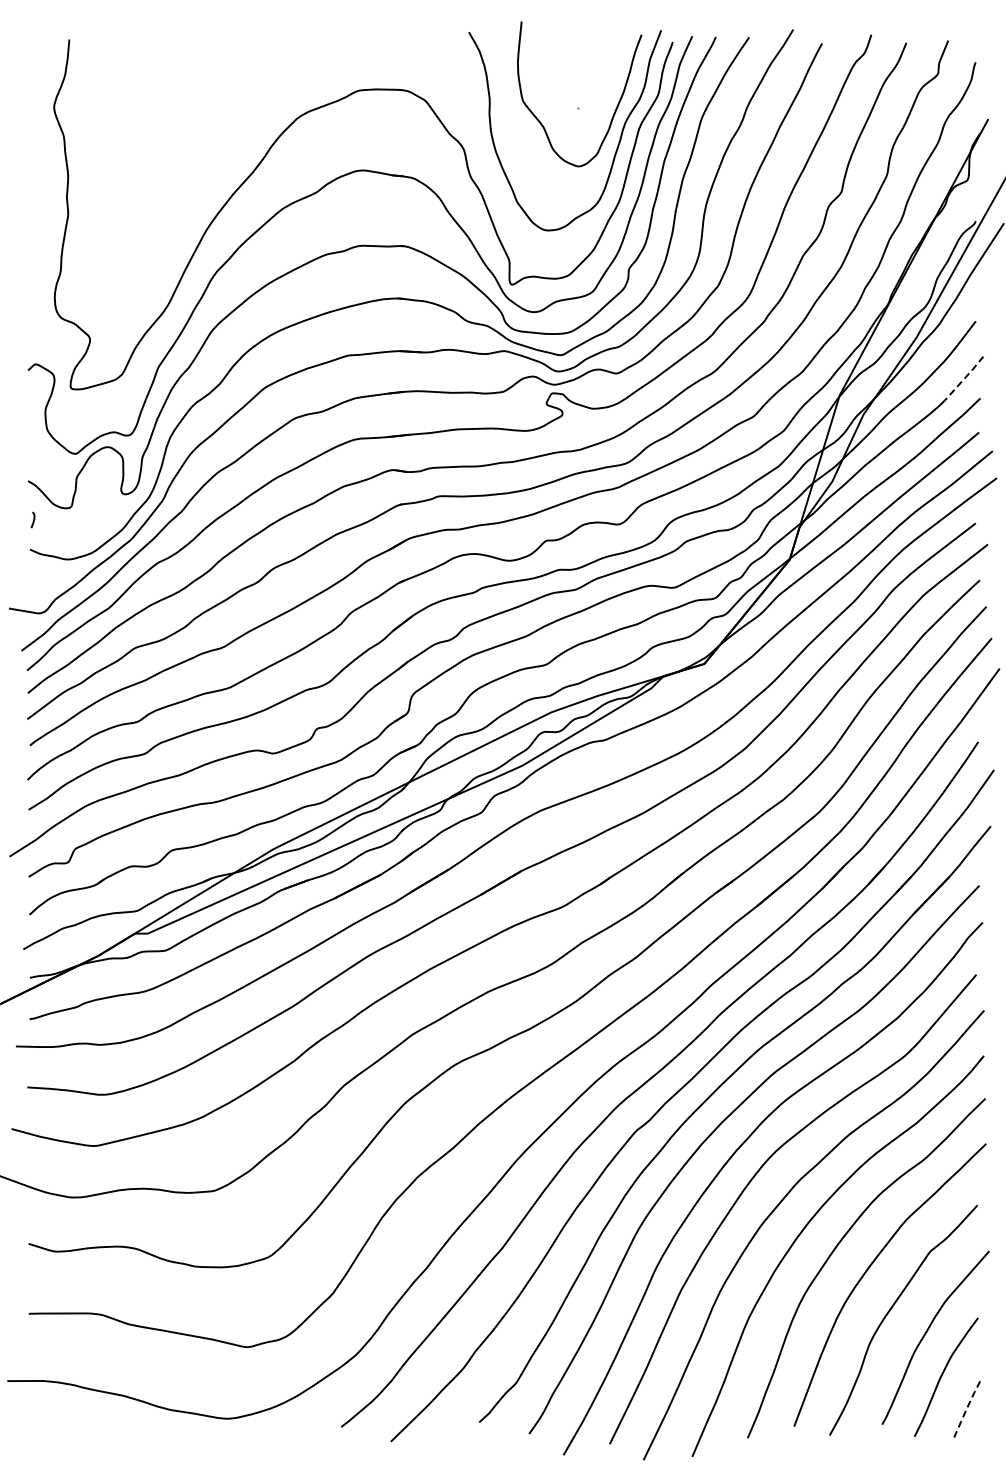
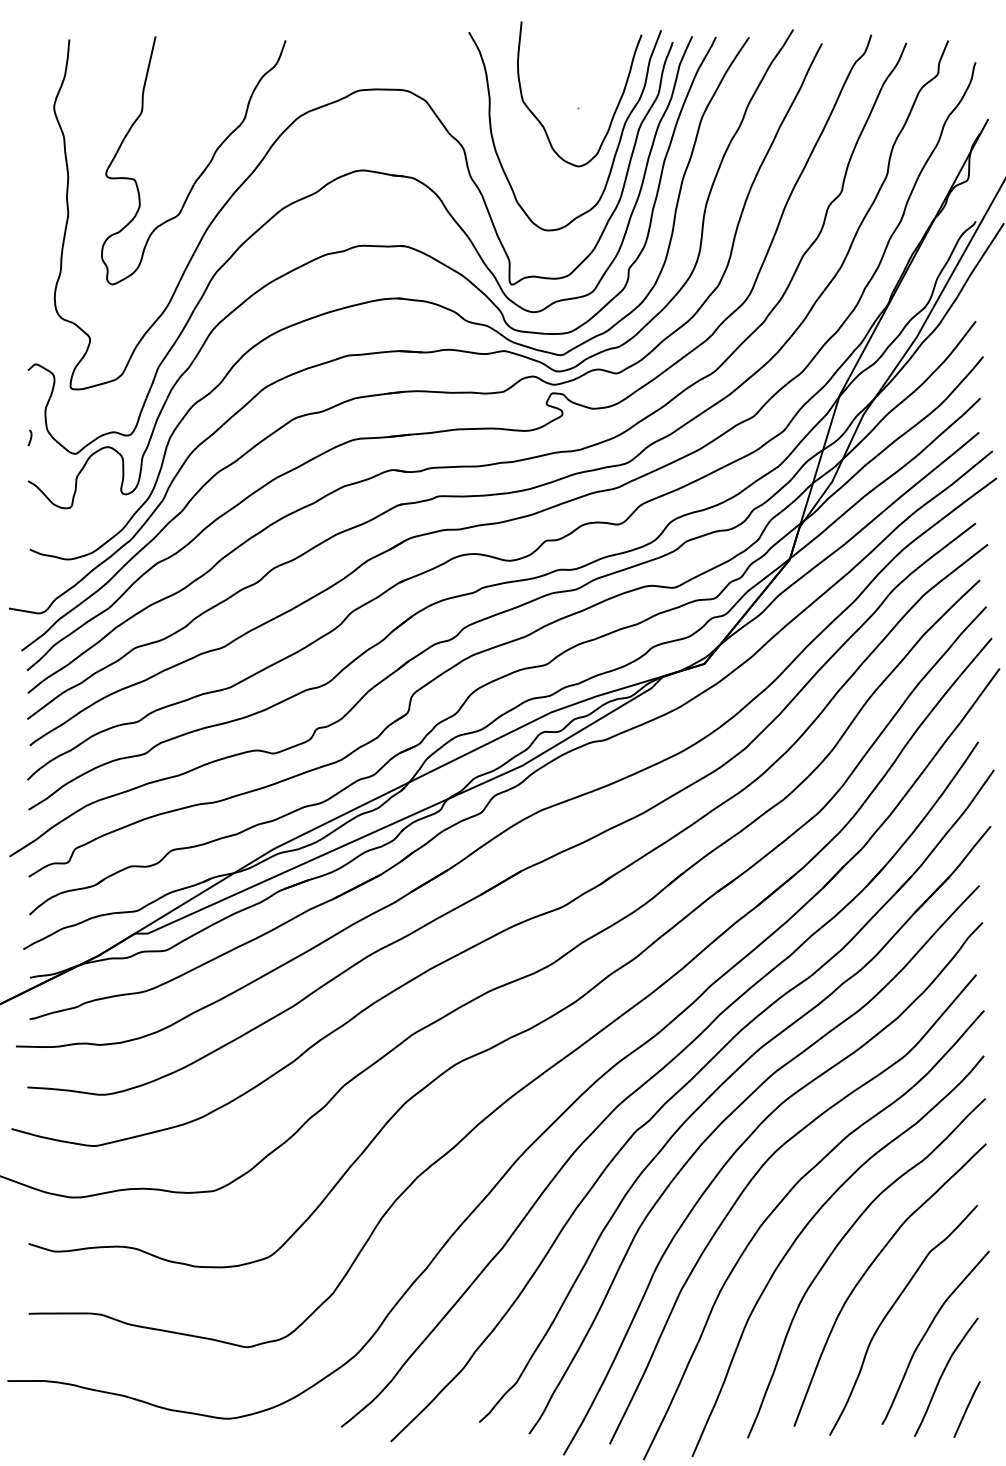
part at (204, 168): none -> present
line at (965, 377): dashed -> solid
curve at (33, 519) position: (33, 519) -> (30, 437)
line at (966, 1409): dashed -> solid
